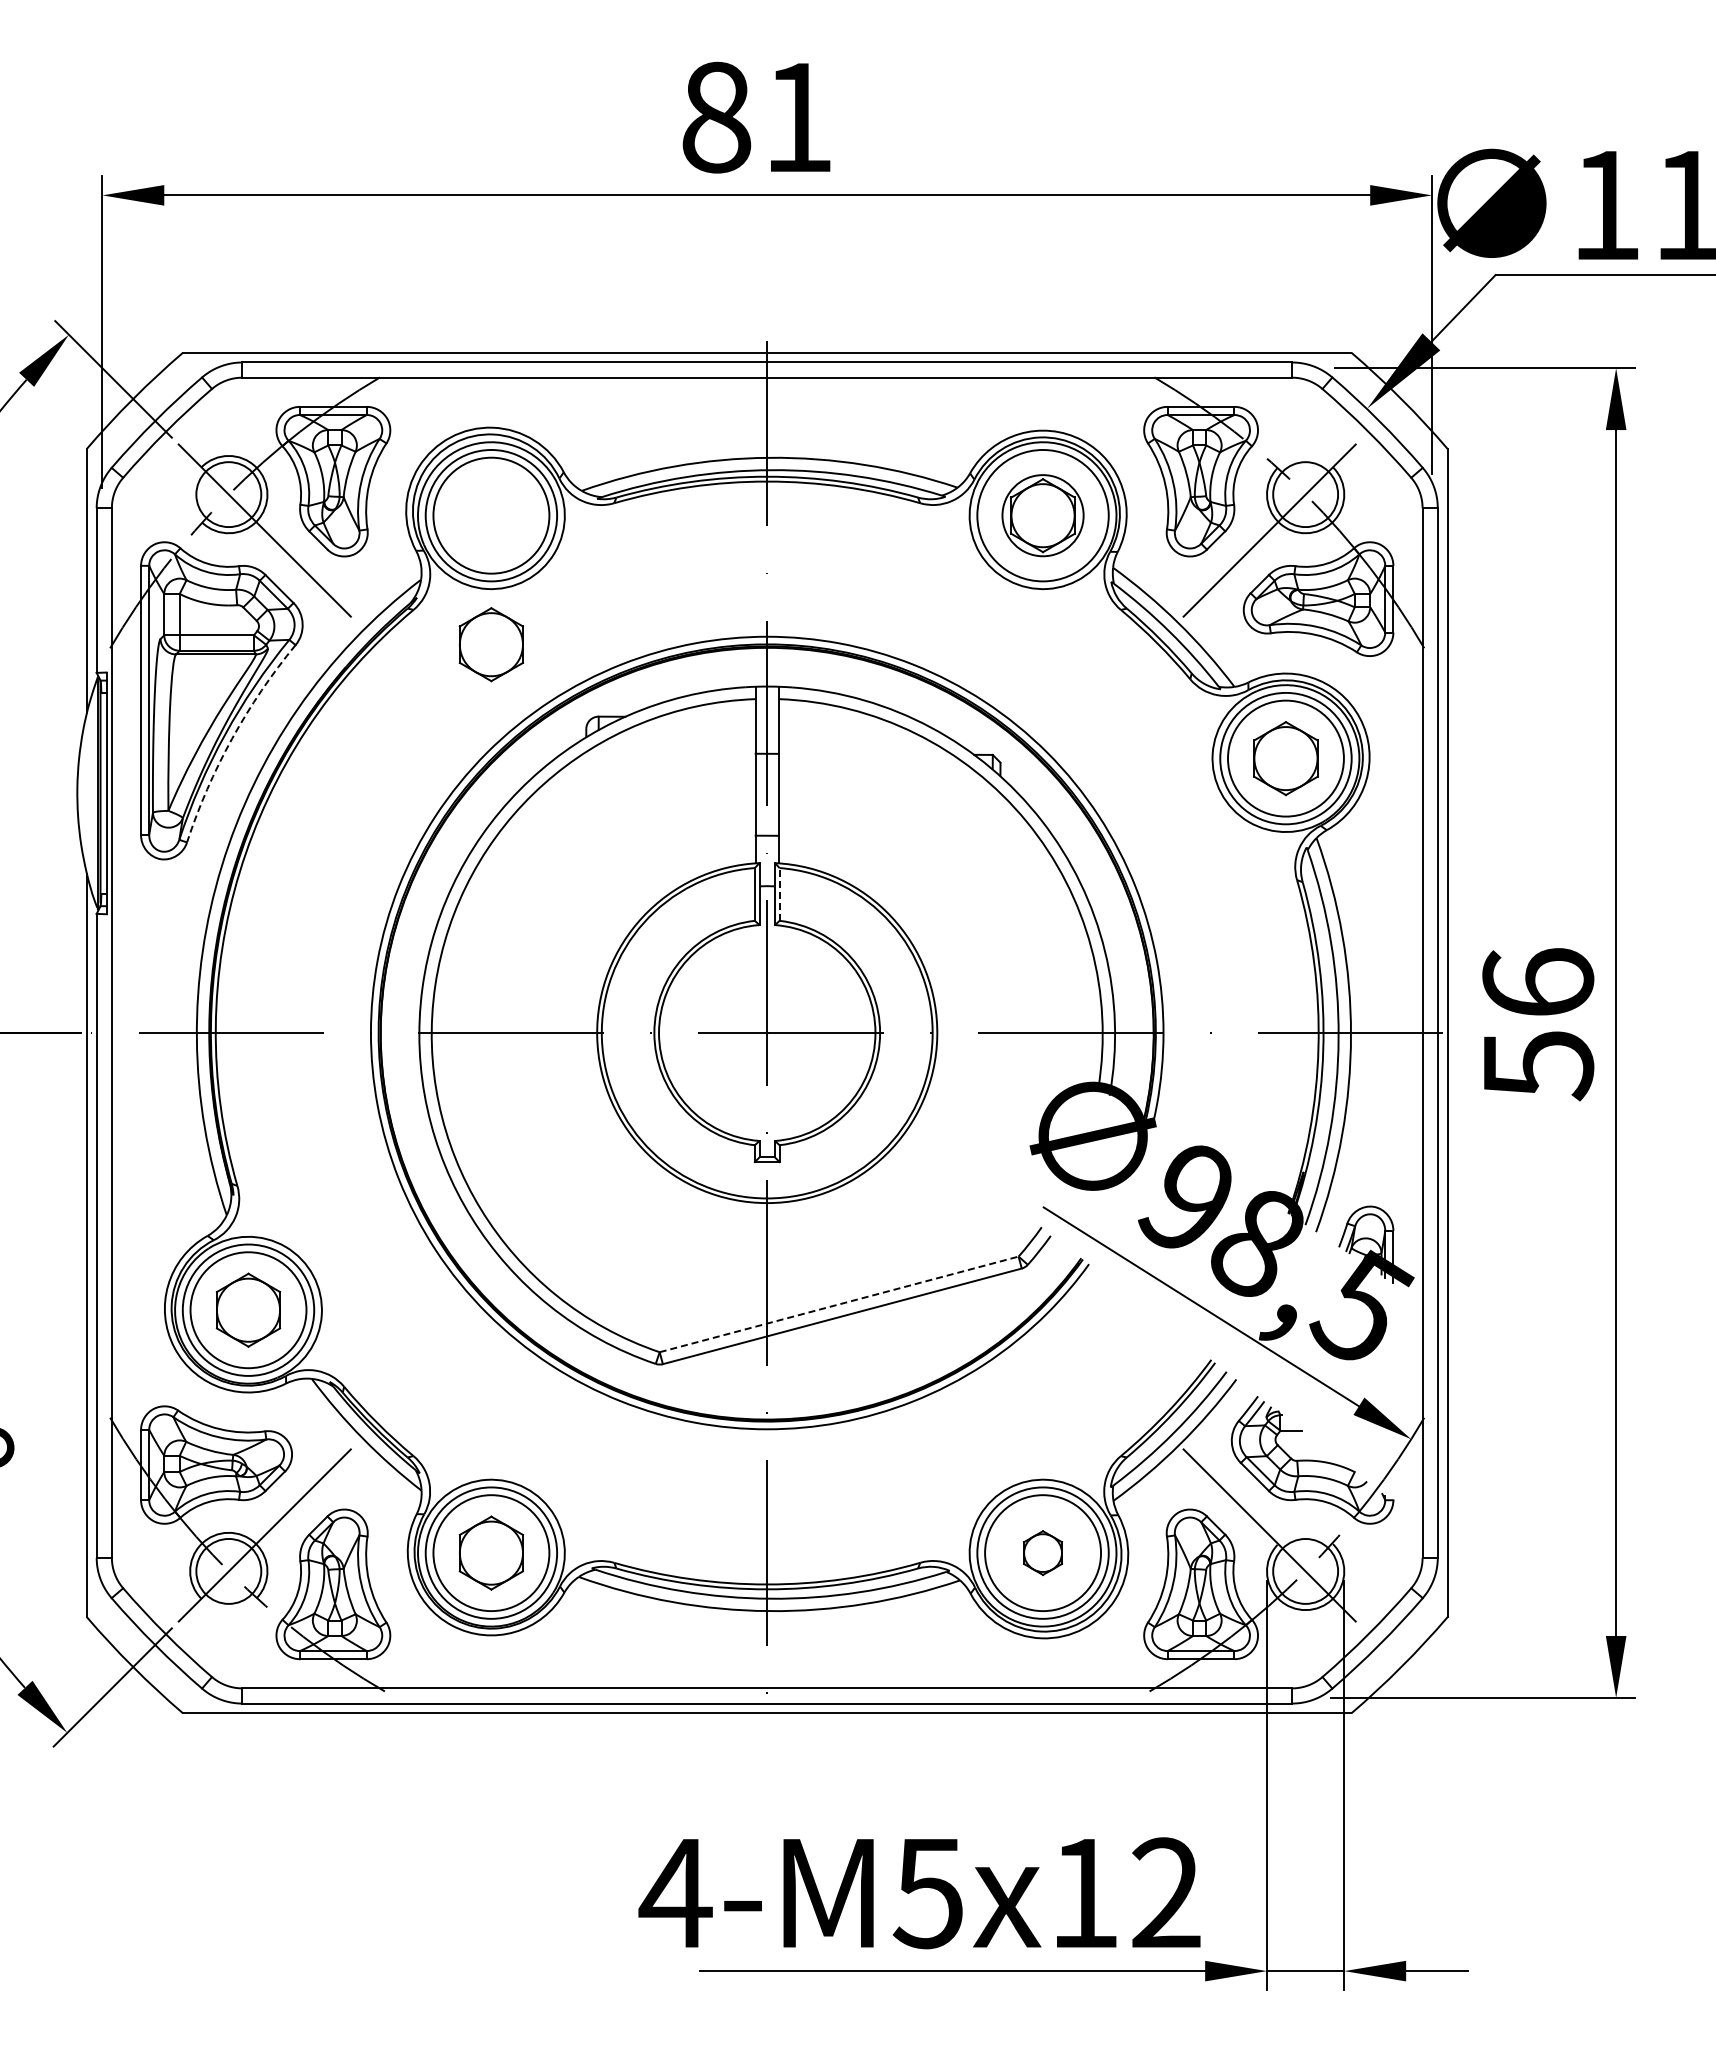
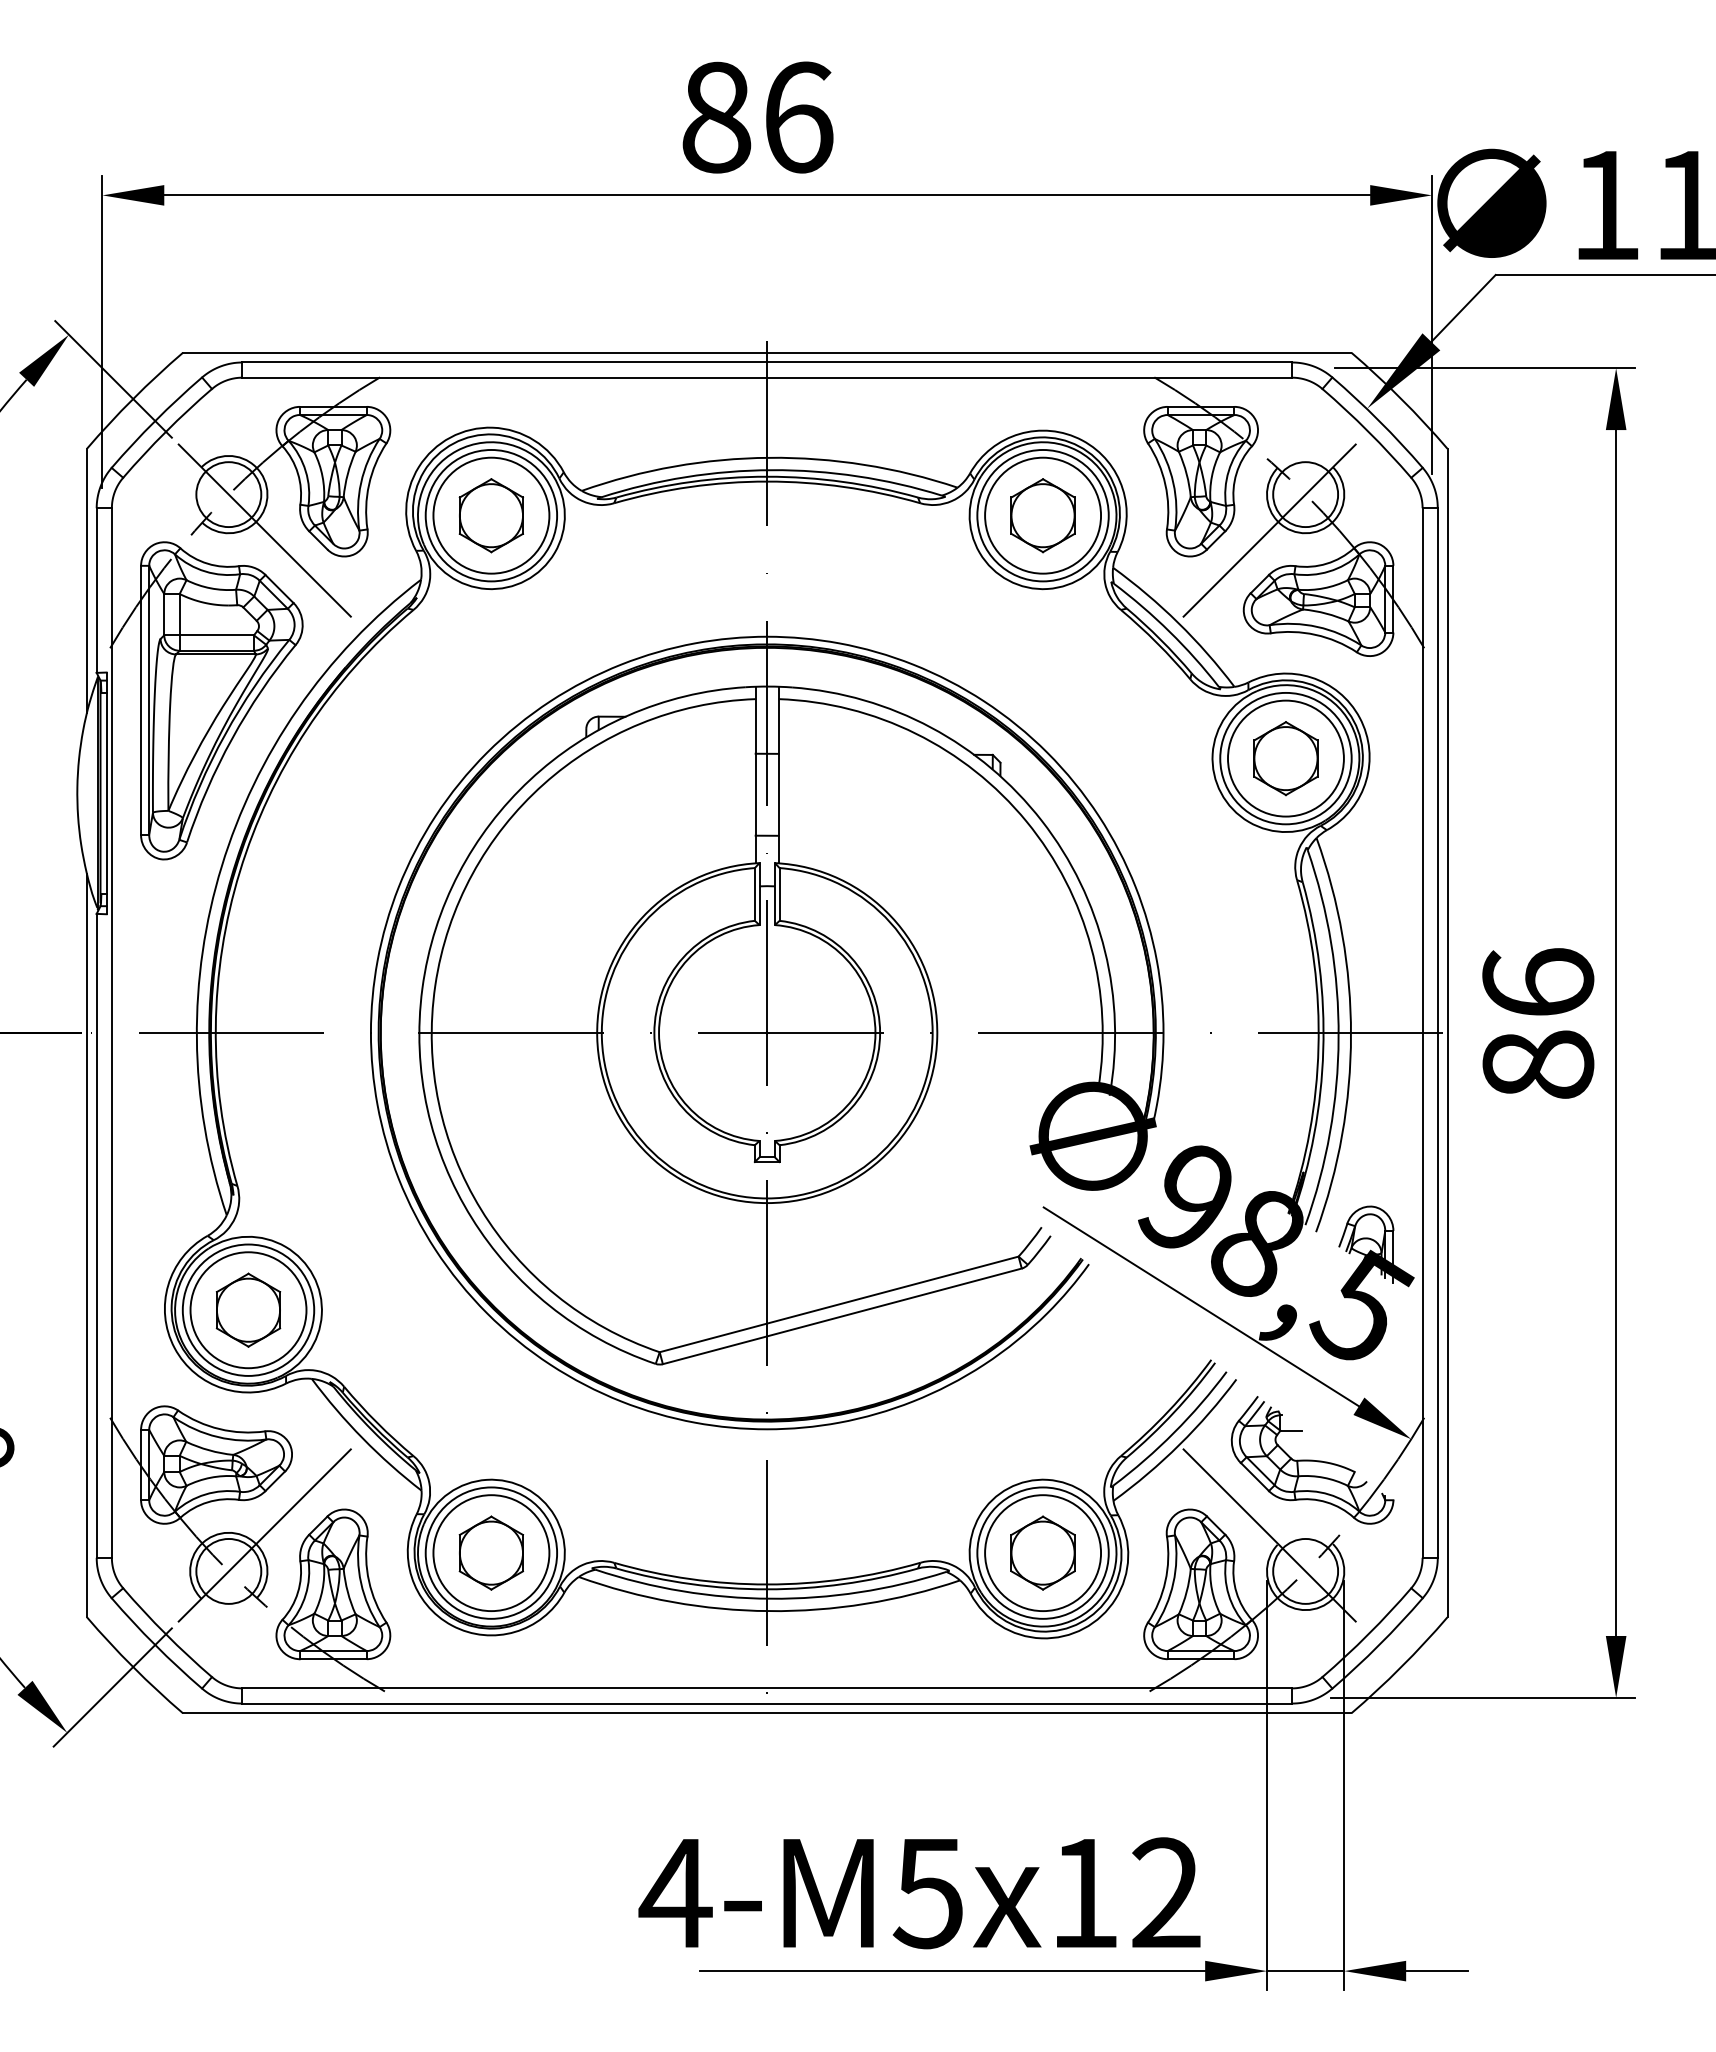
text at (799, 117): 81 -> 86
circle at (1042, 515) diameter: 81 px -> 116 px
part at (490, 644) position: (490, 644) -> (490, 515)
arc at (232, 738): dashed -> solid
line at (779, 893): dashed -> solid
text at (1538, 1065): 56 -> 86
line at (839, 1304): dashed -> solid
part at (1042, 1552) size: 40x46 px -> 66x76 px
